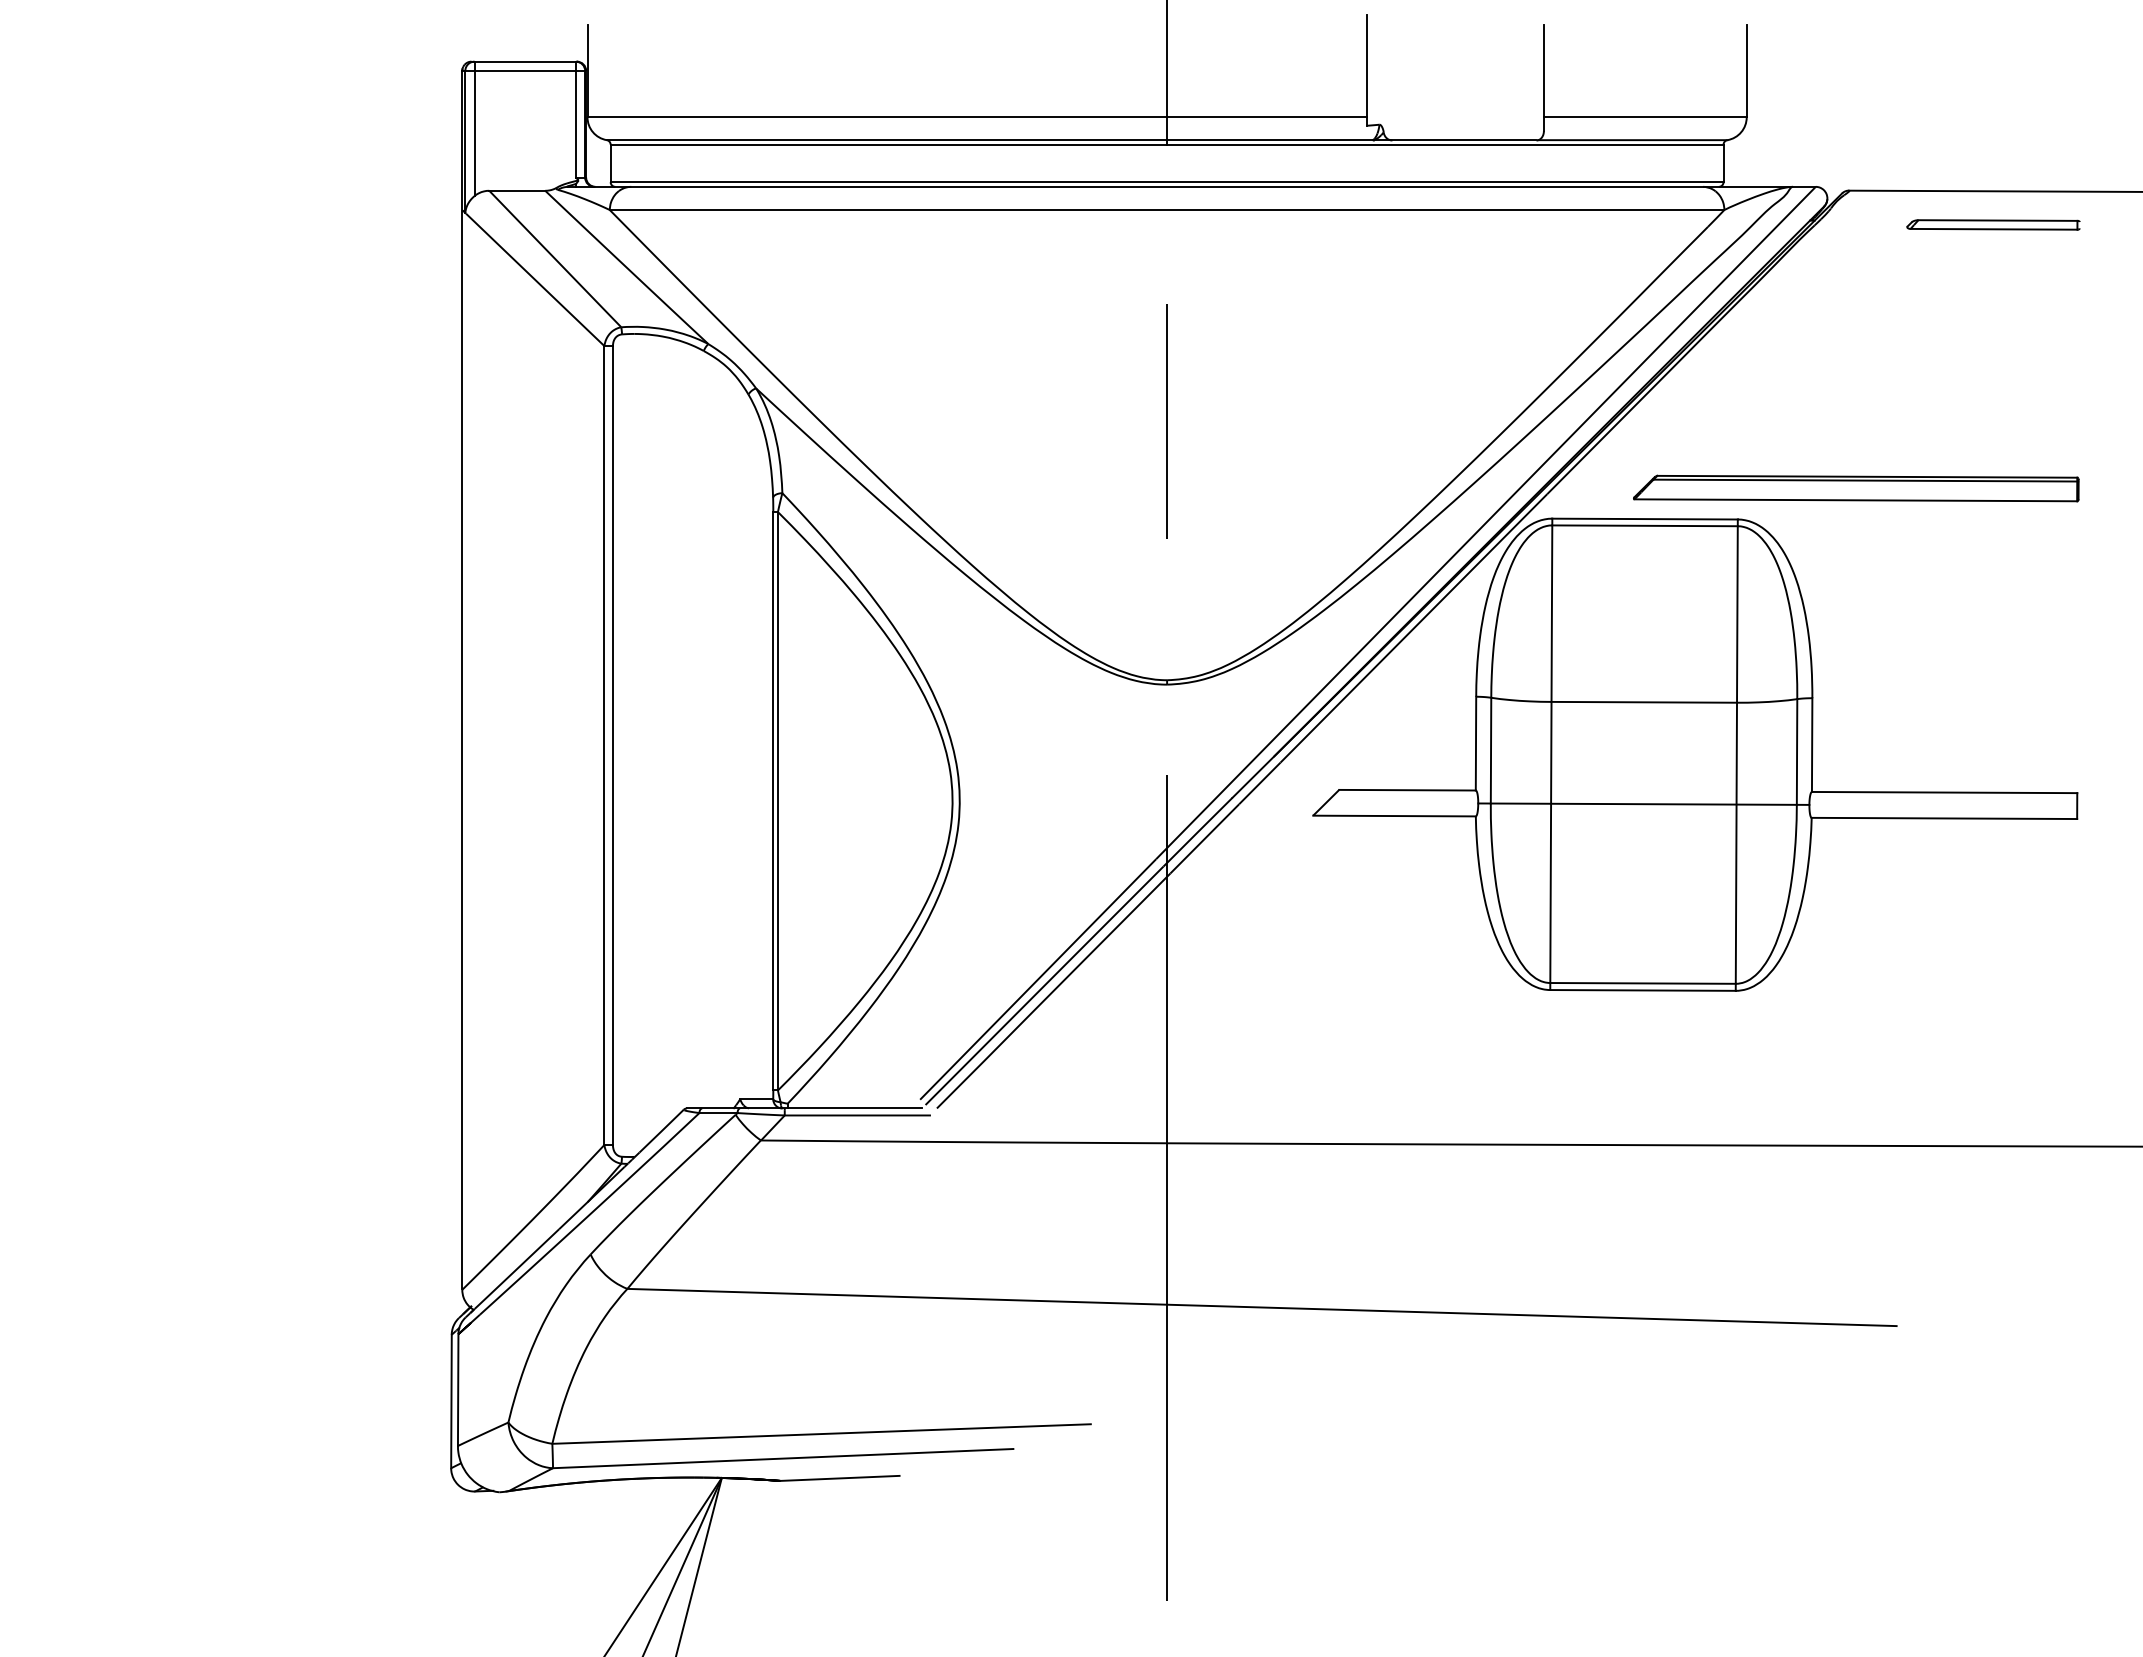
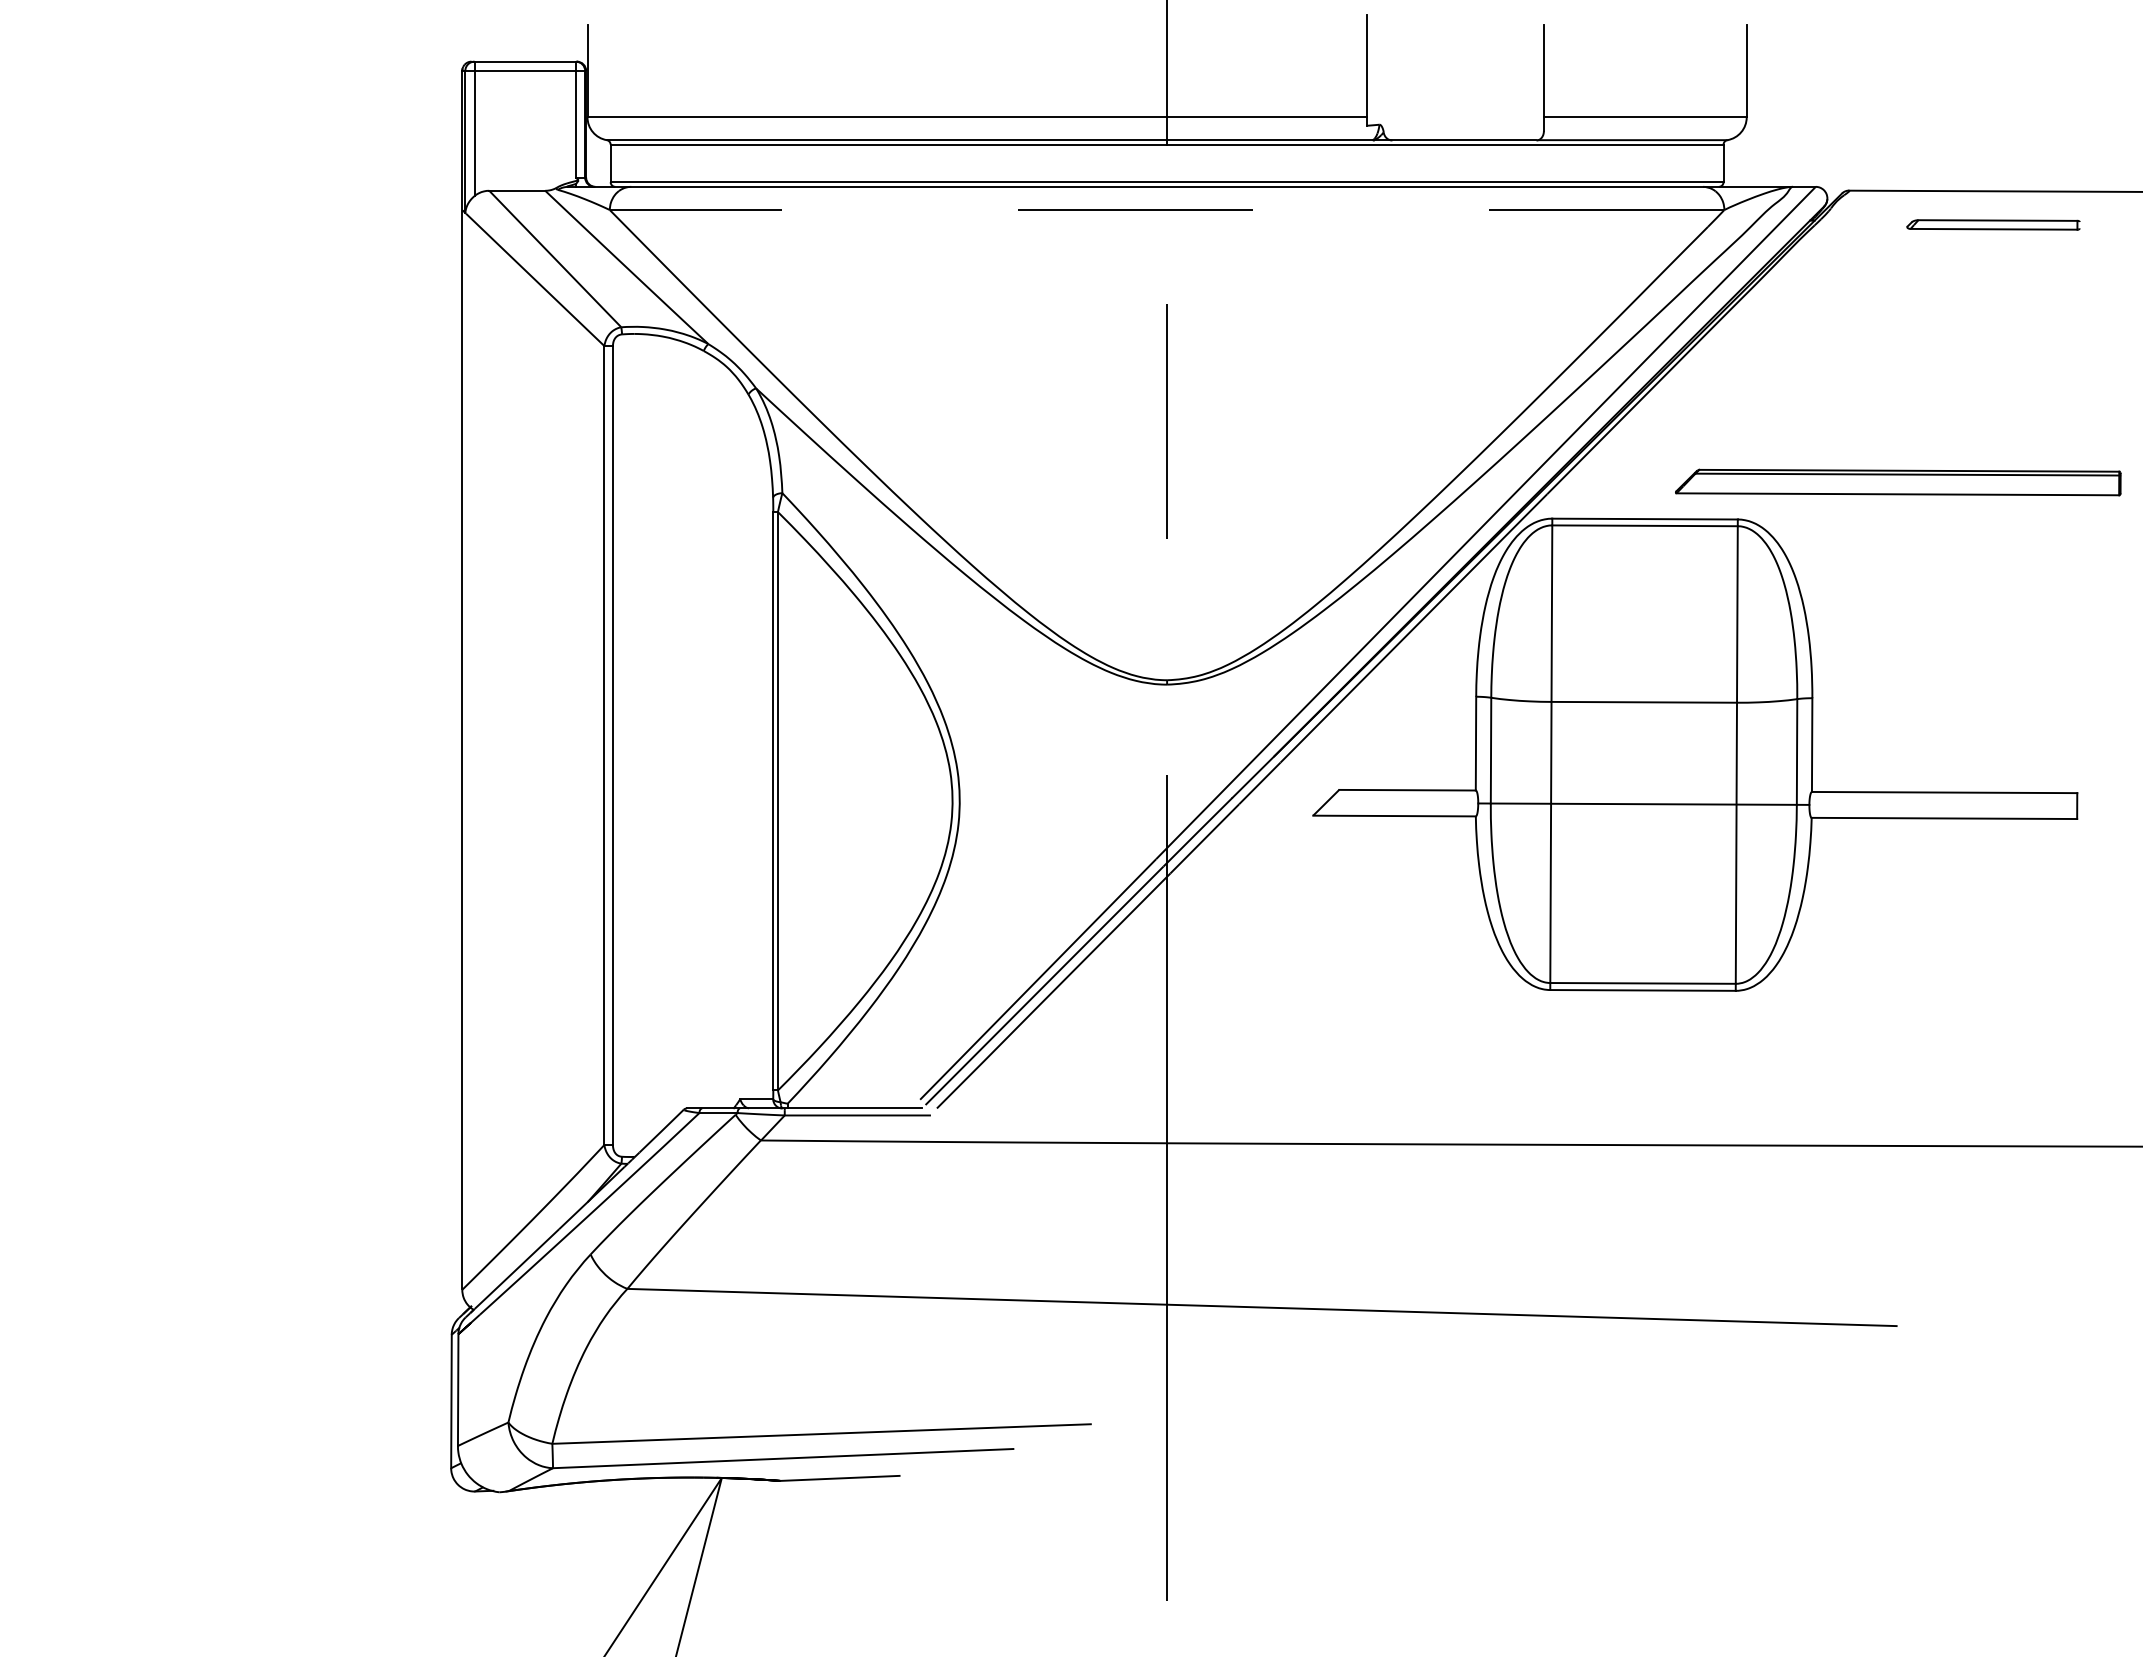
line at (1166, 210): solid -> dashed
part at (1856, 488) position: (1856, 488) -> (1898, 482)
line at (682, 1565): present -> none
